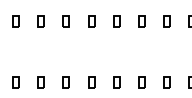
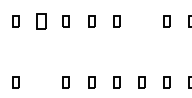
part at (40, 21) size: 8x13 px -> 11x17 px
part at (141, 21): present -> none
part at (40, 82): present -> none
